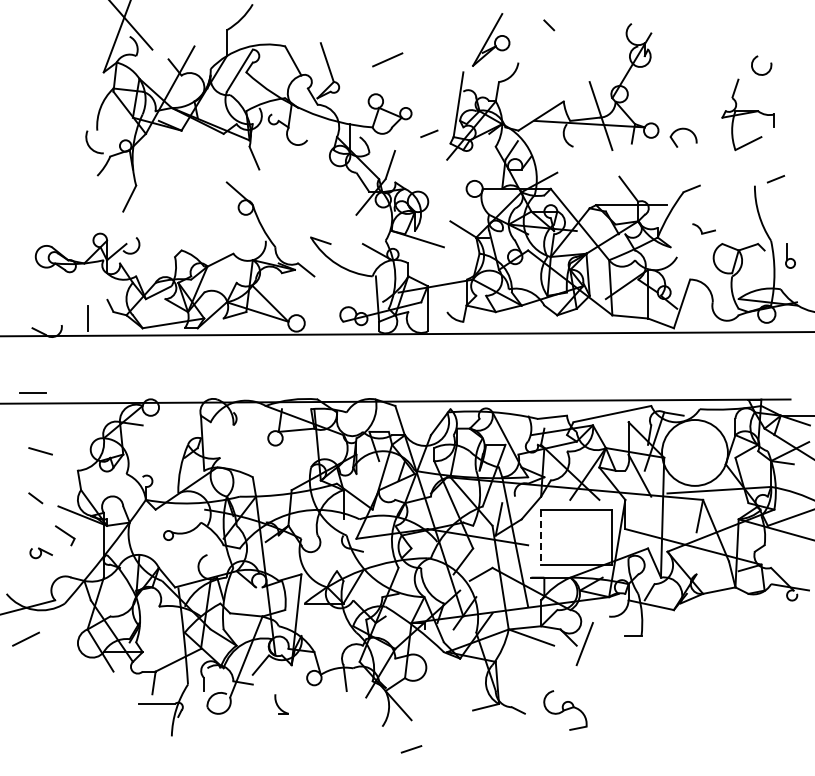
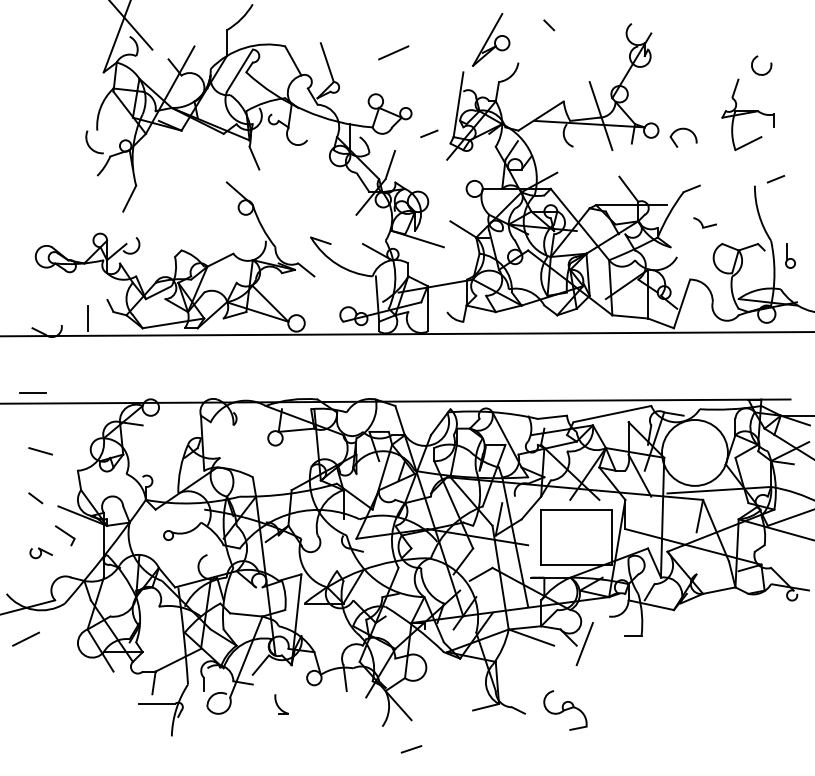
line at (387, 59) position: (387, 59) -> (393, 52)
part at (703, 228) position: (703, 228) -> (704, 222)
line at (541, 537): dashed -> solid
